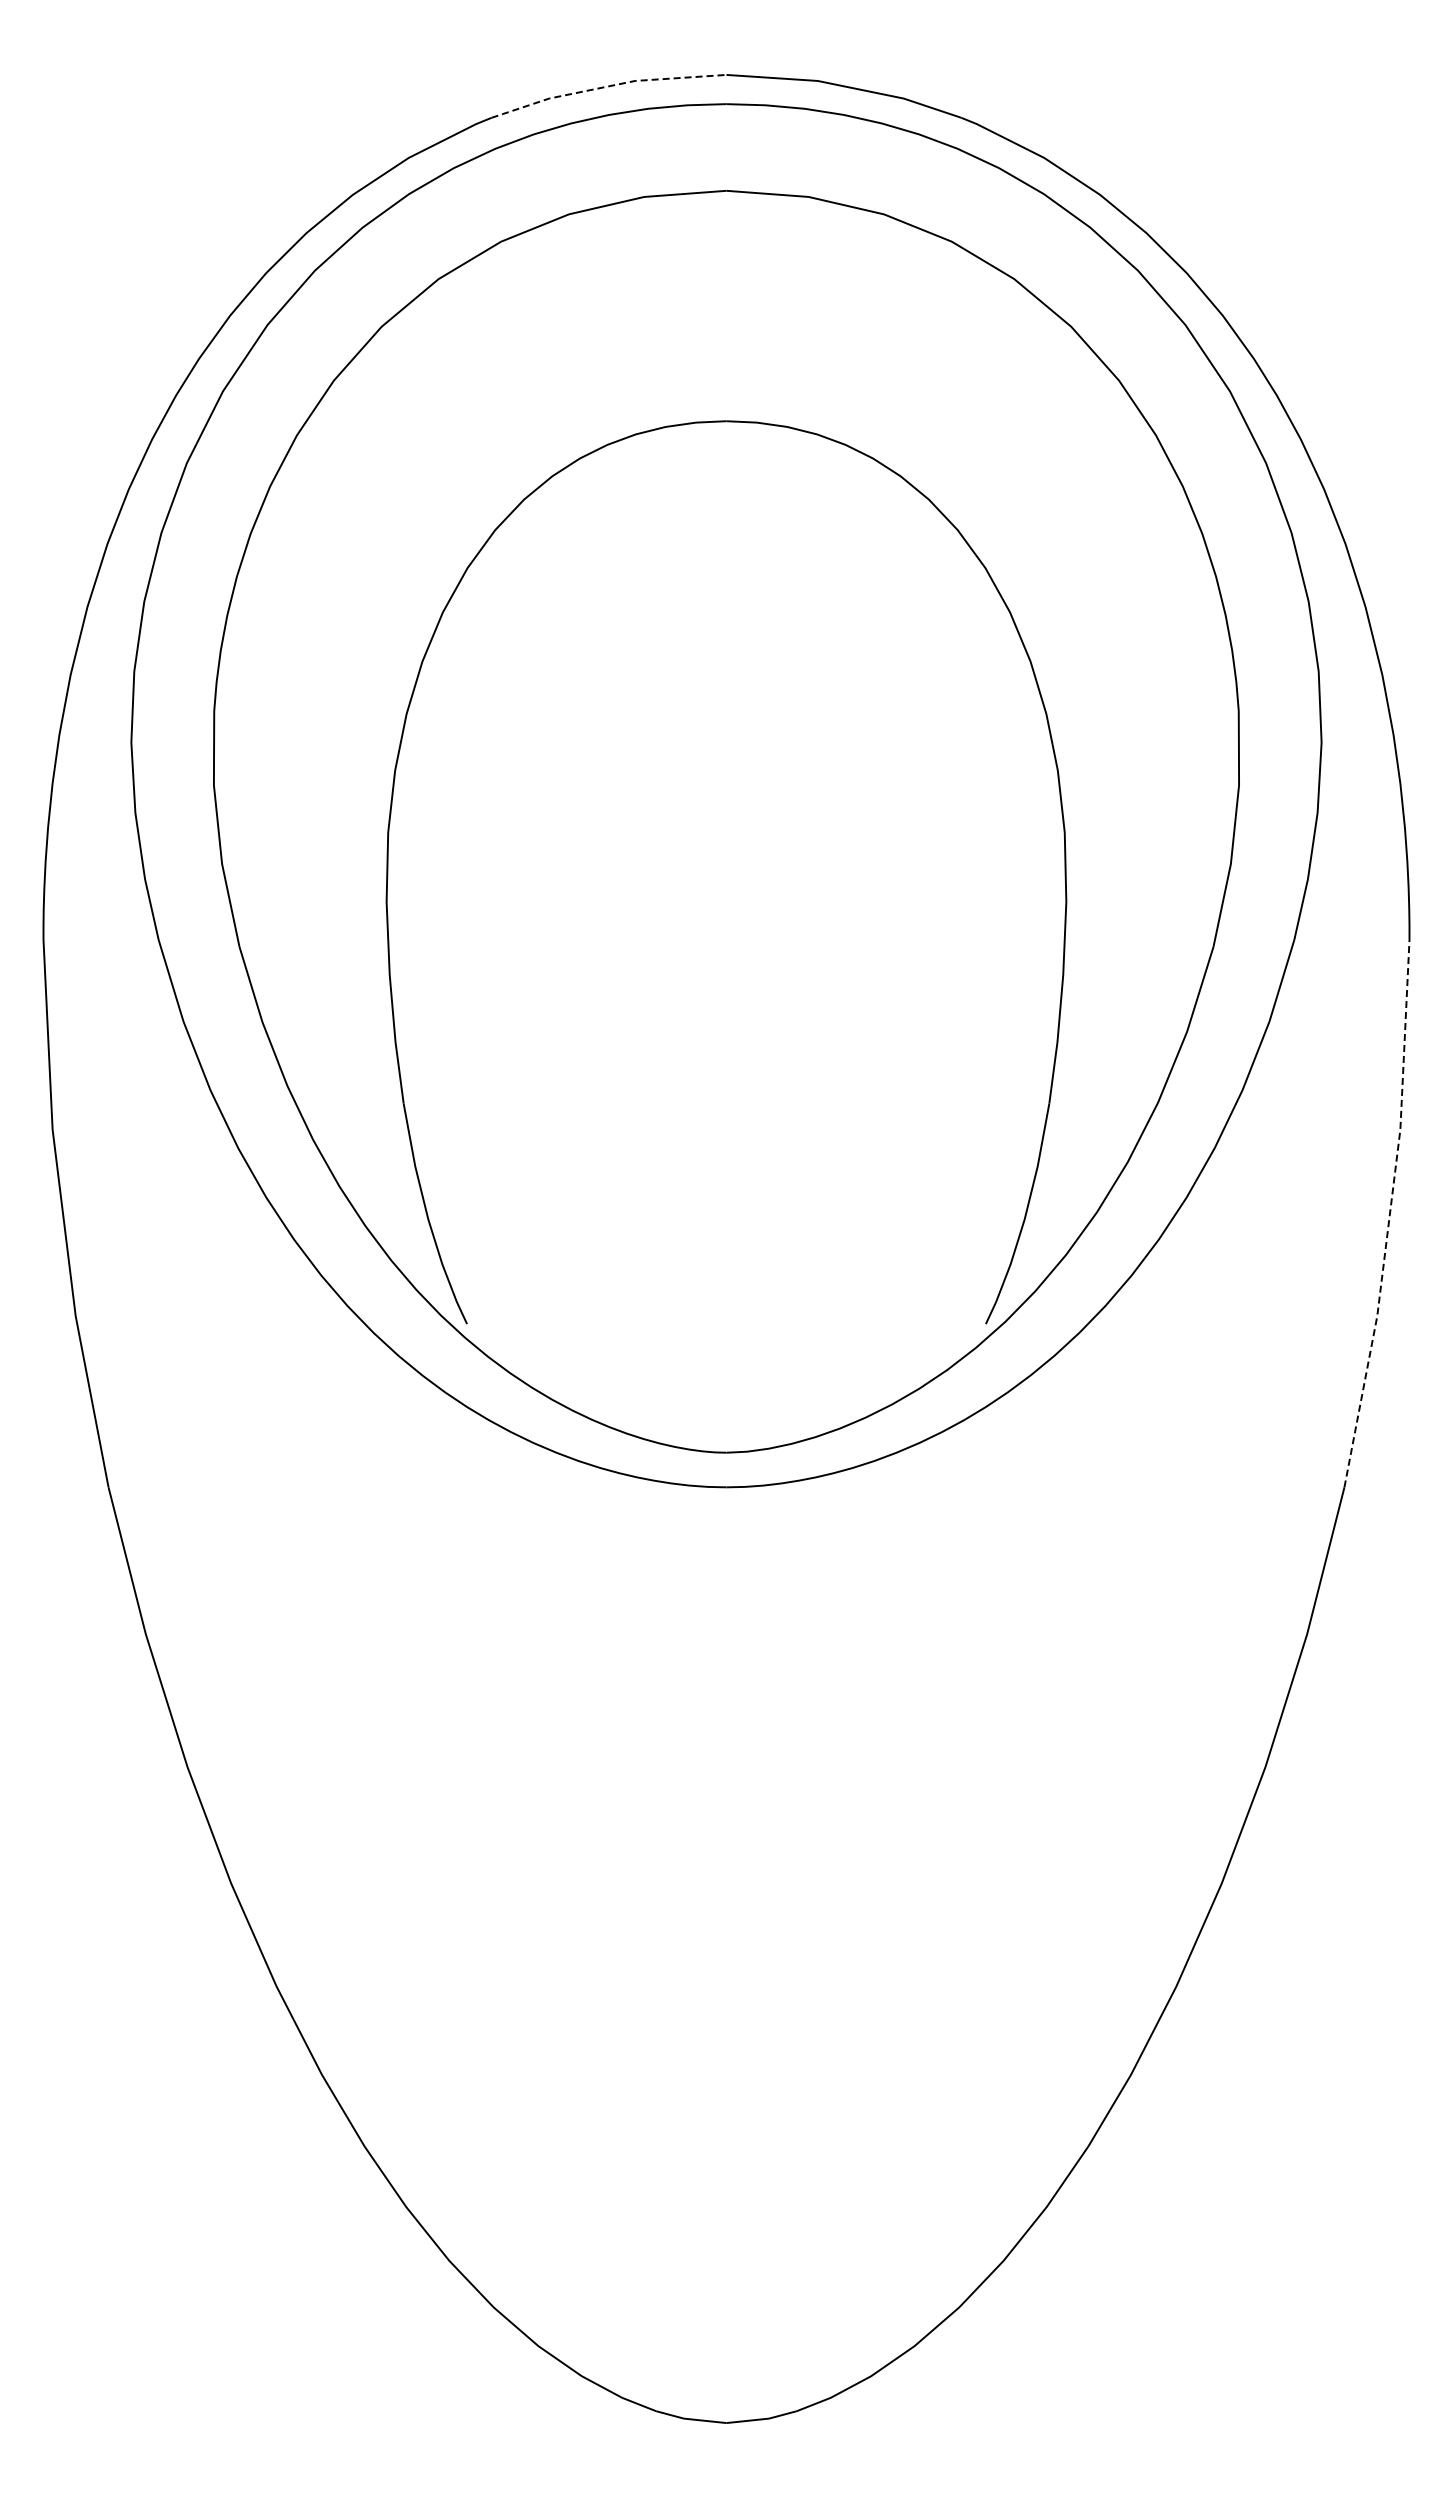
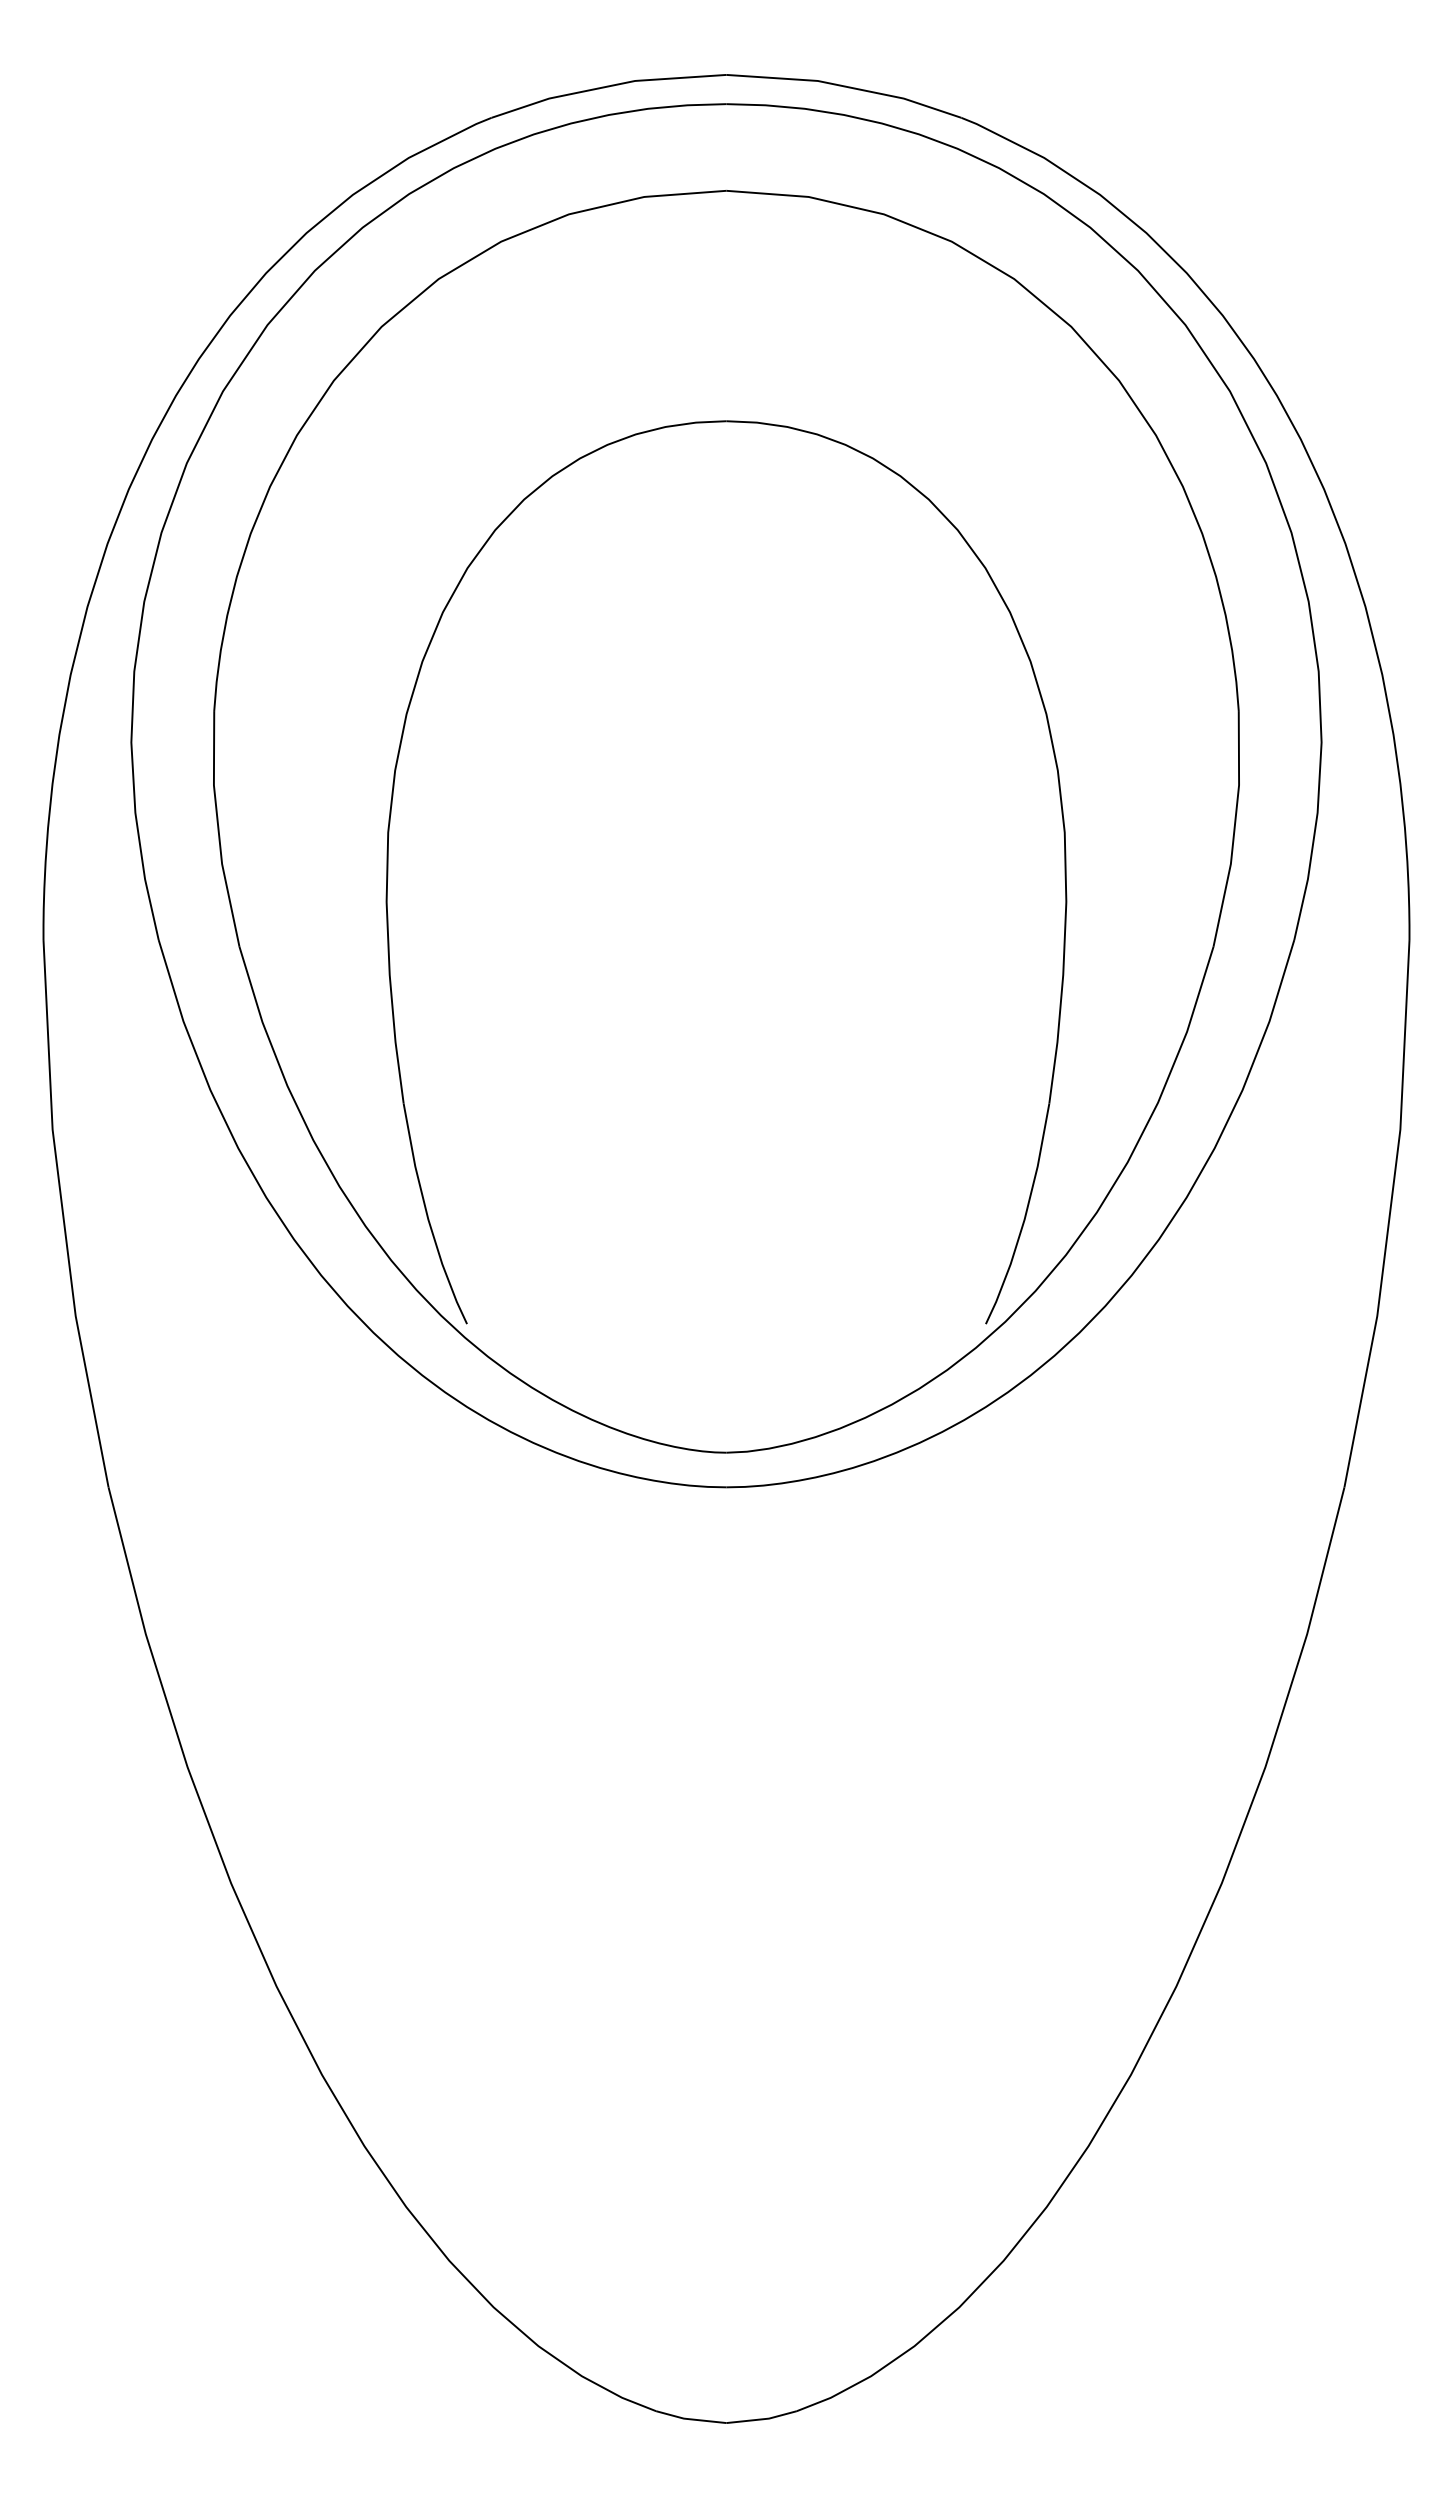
line at (607, 86): dashed -> solid
line at (1389, 1214): dashed -> solid
